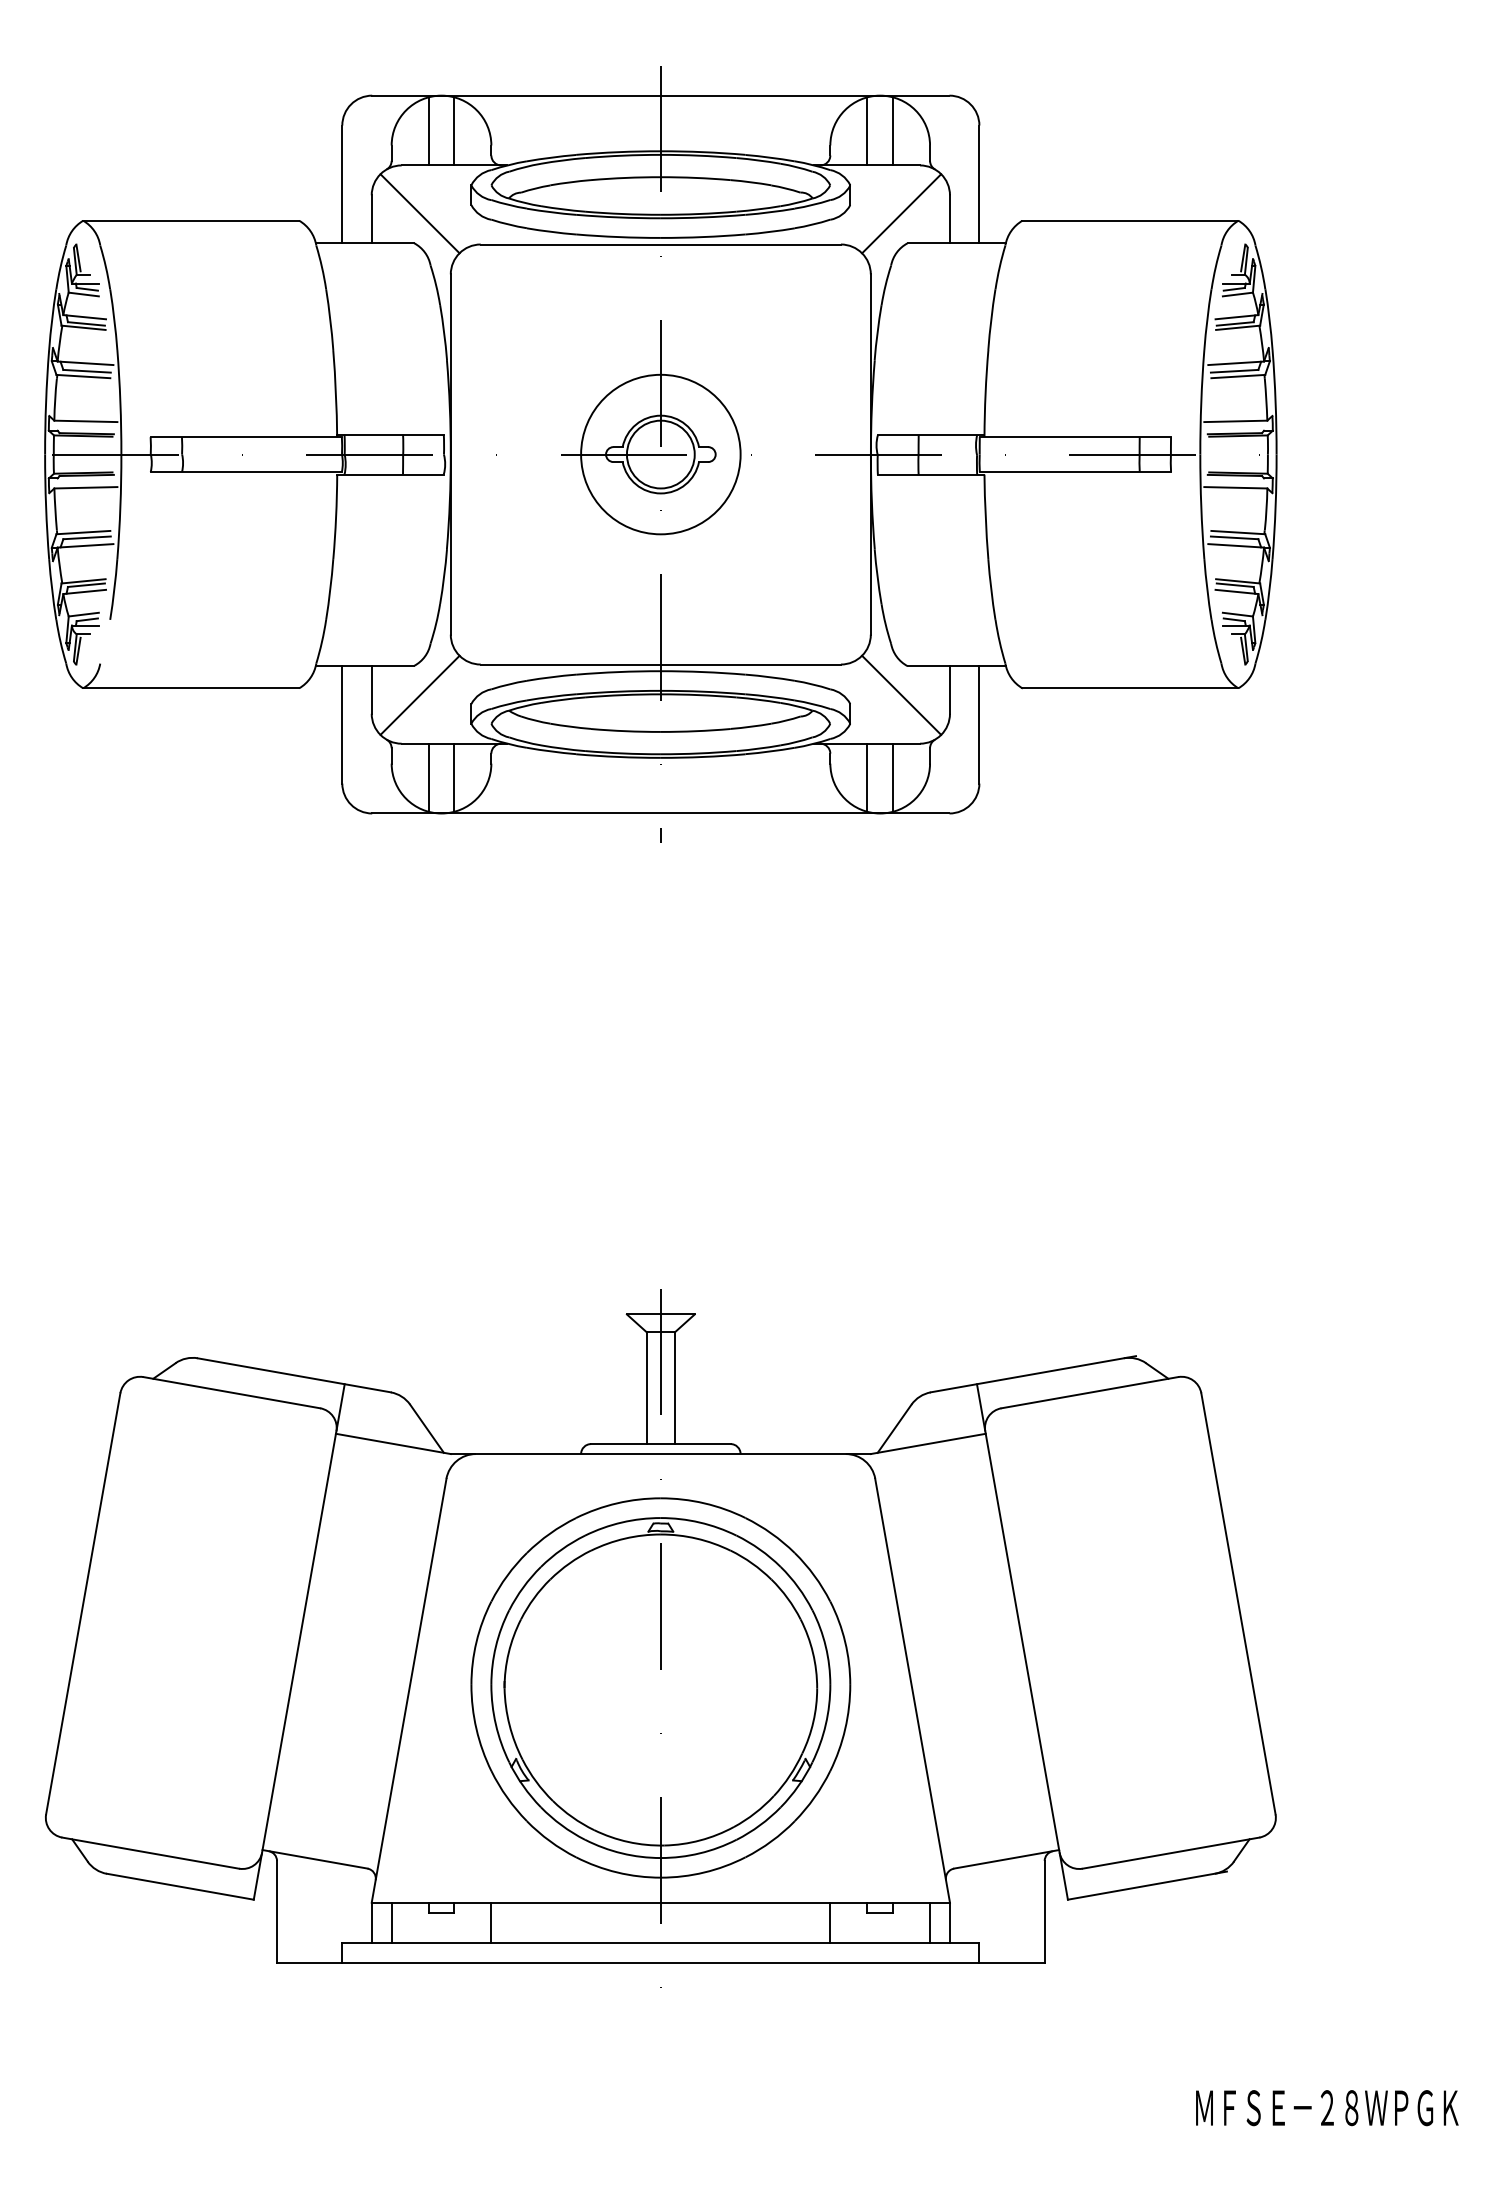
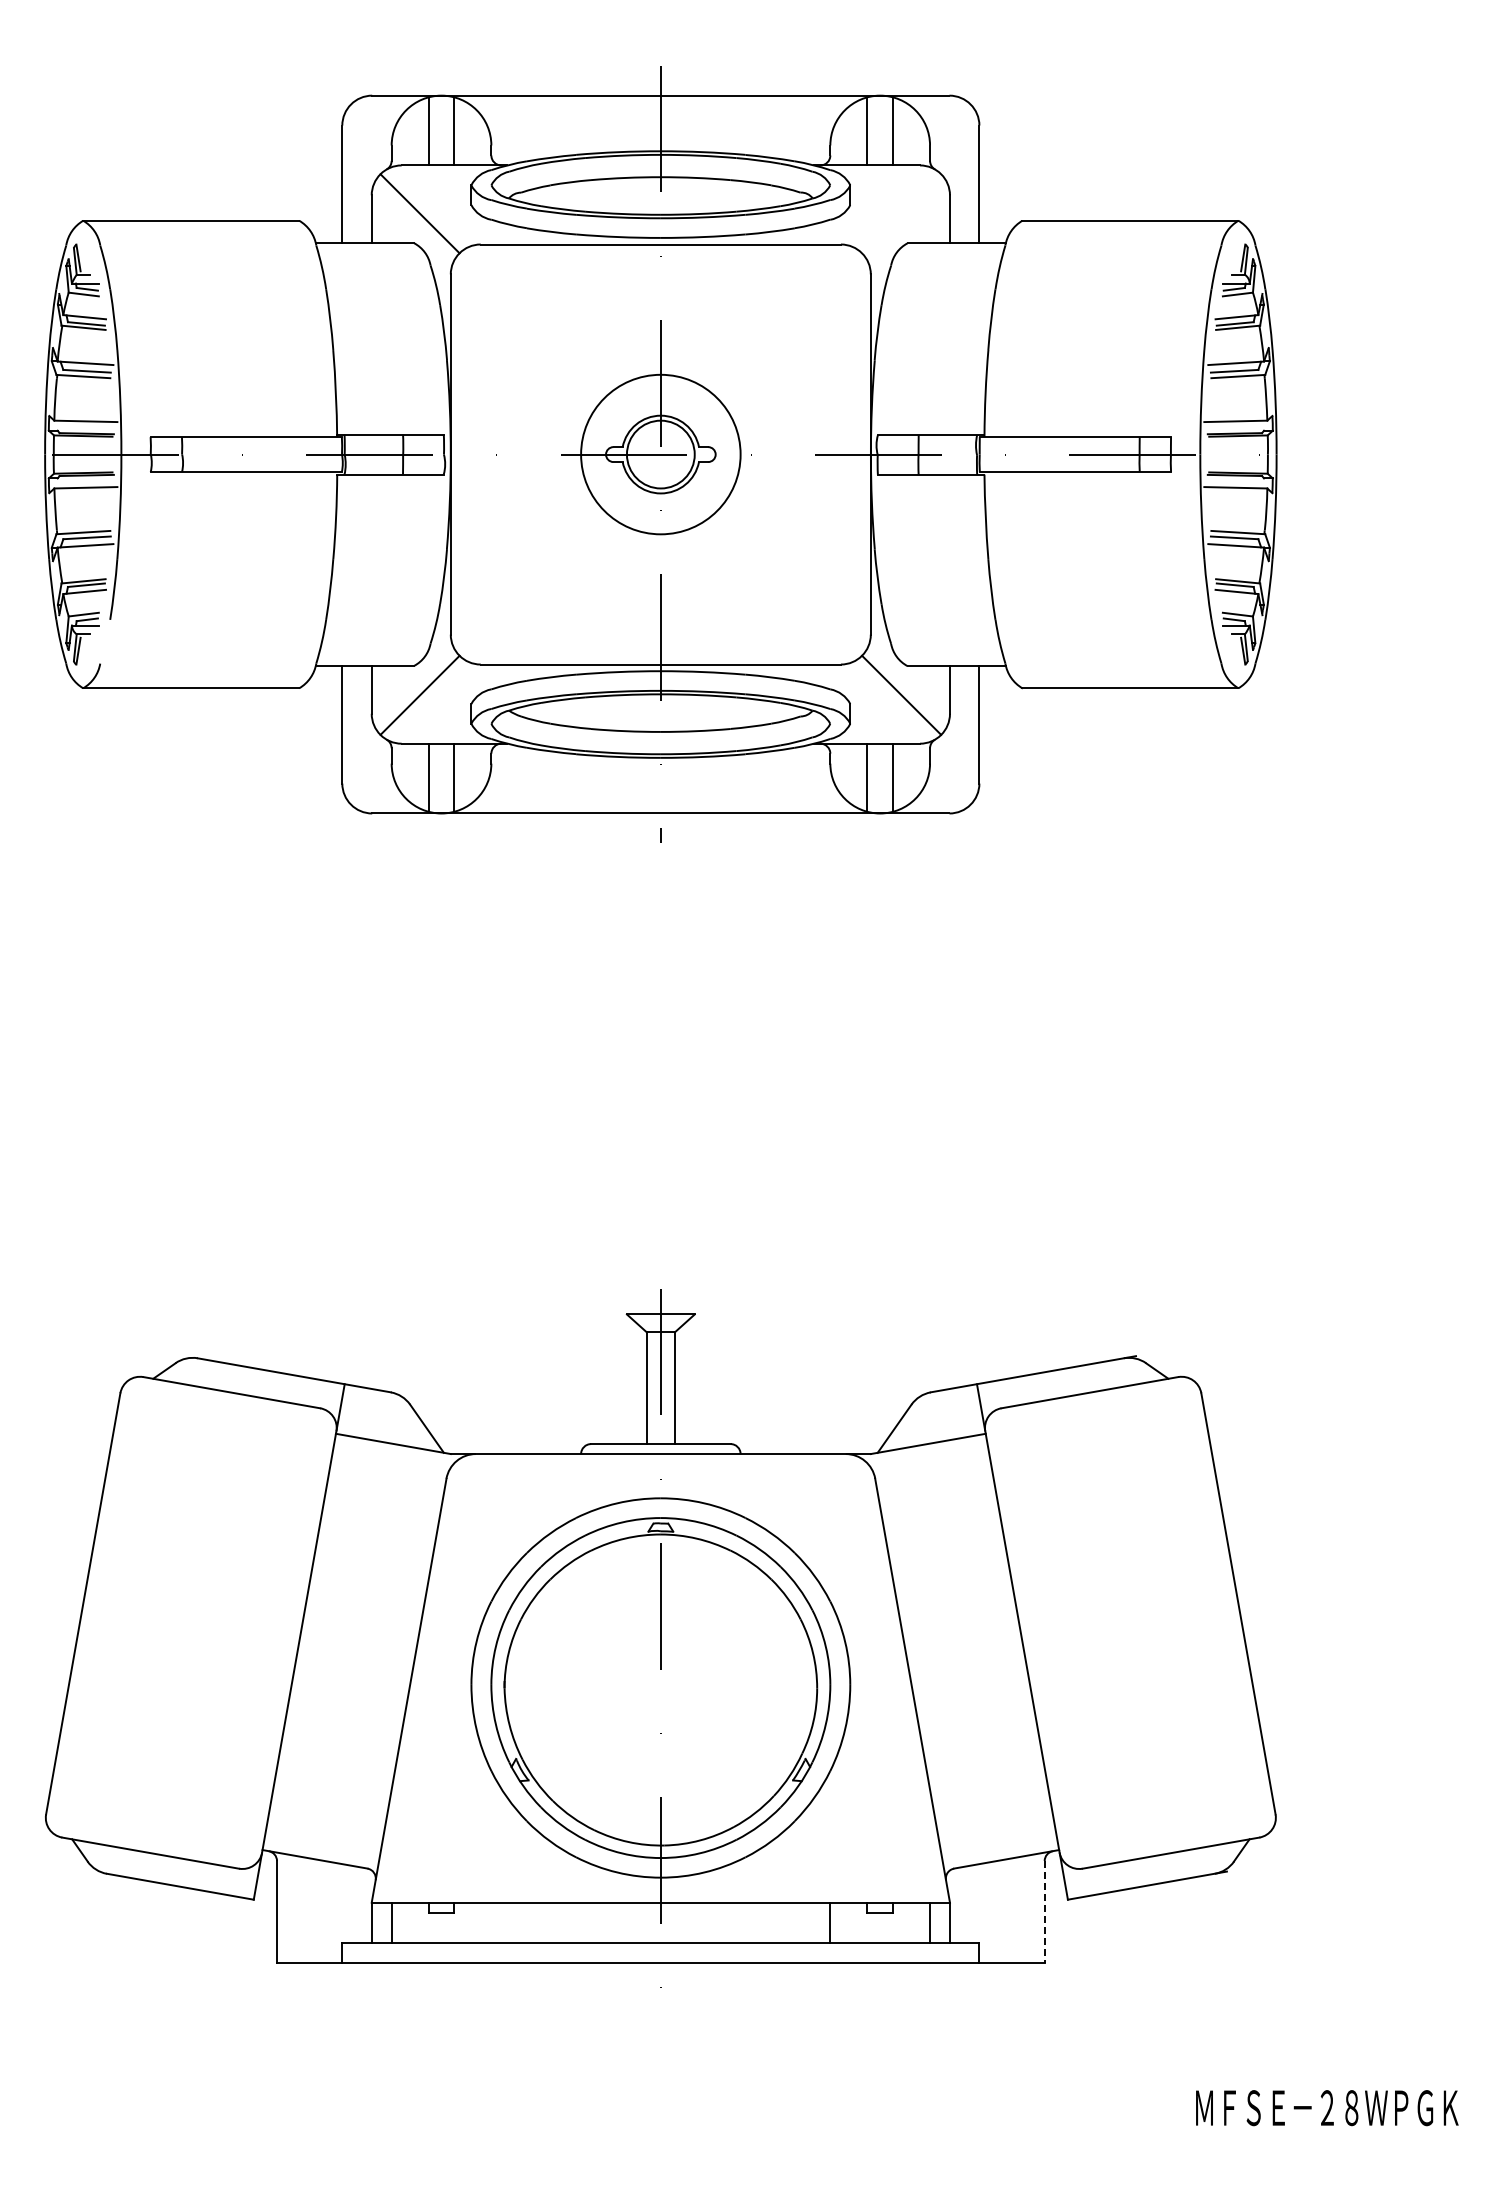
line at (901, 213): present -> none
line at (1044, 1911): solid -> dashed
line at (491, 1922): present -> none
